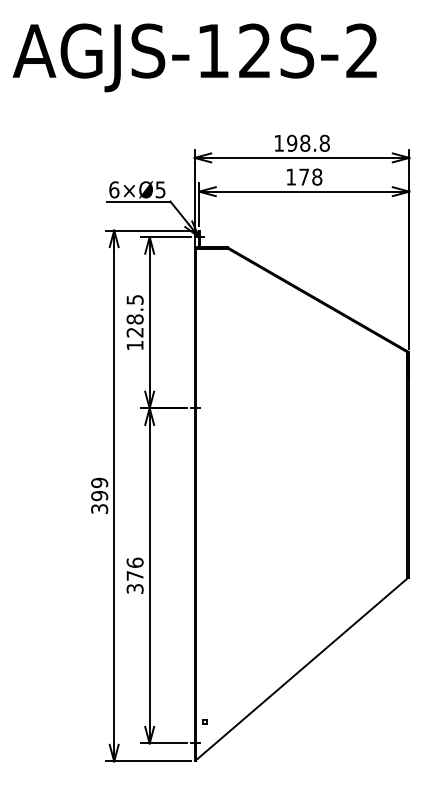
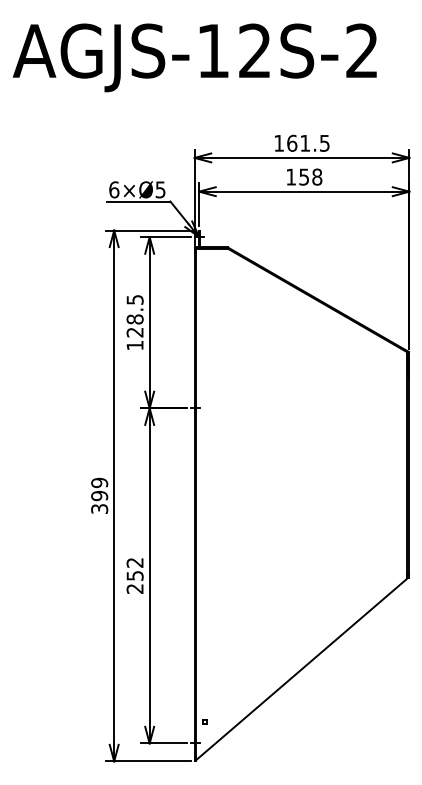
text at (308, 142): 198.8 -> 161.5
text at (303, 176): 178 -> 158
text at (134, 575): 376 -> 252
